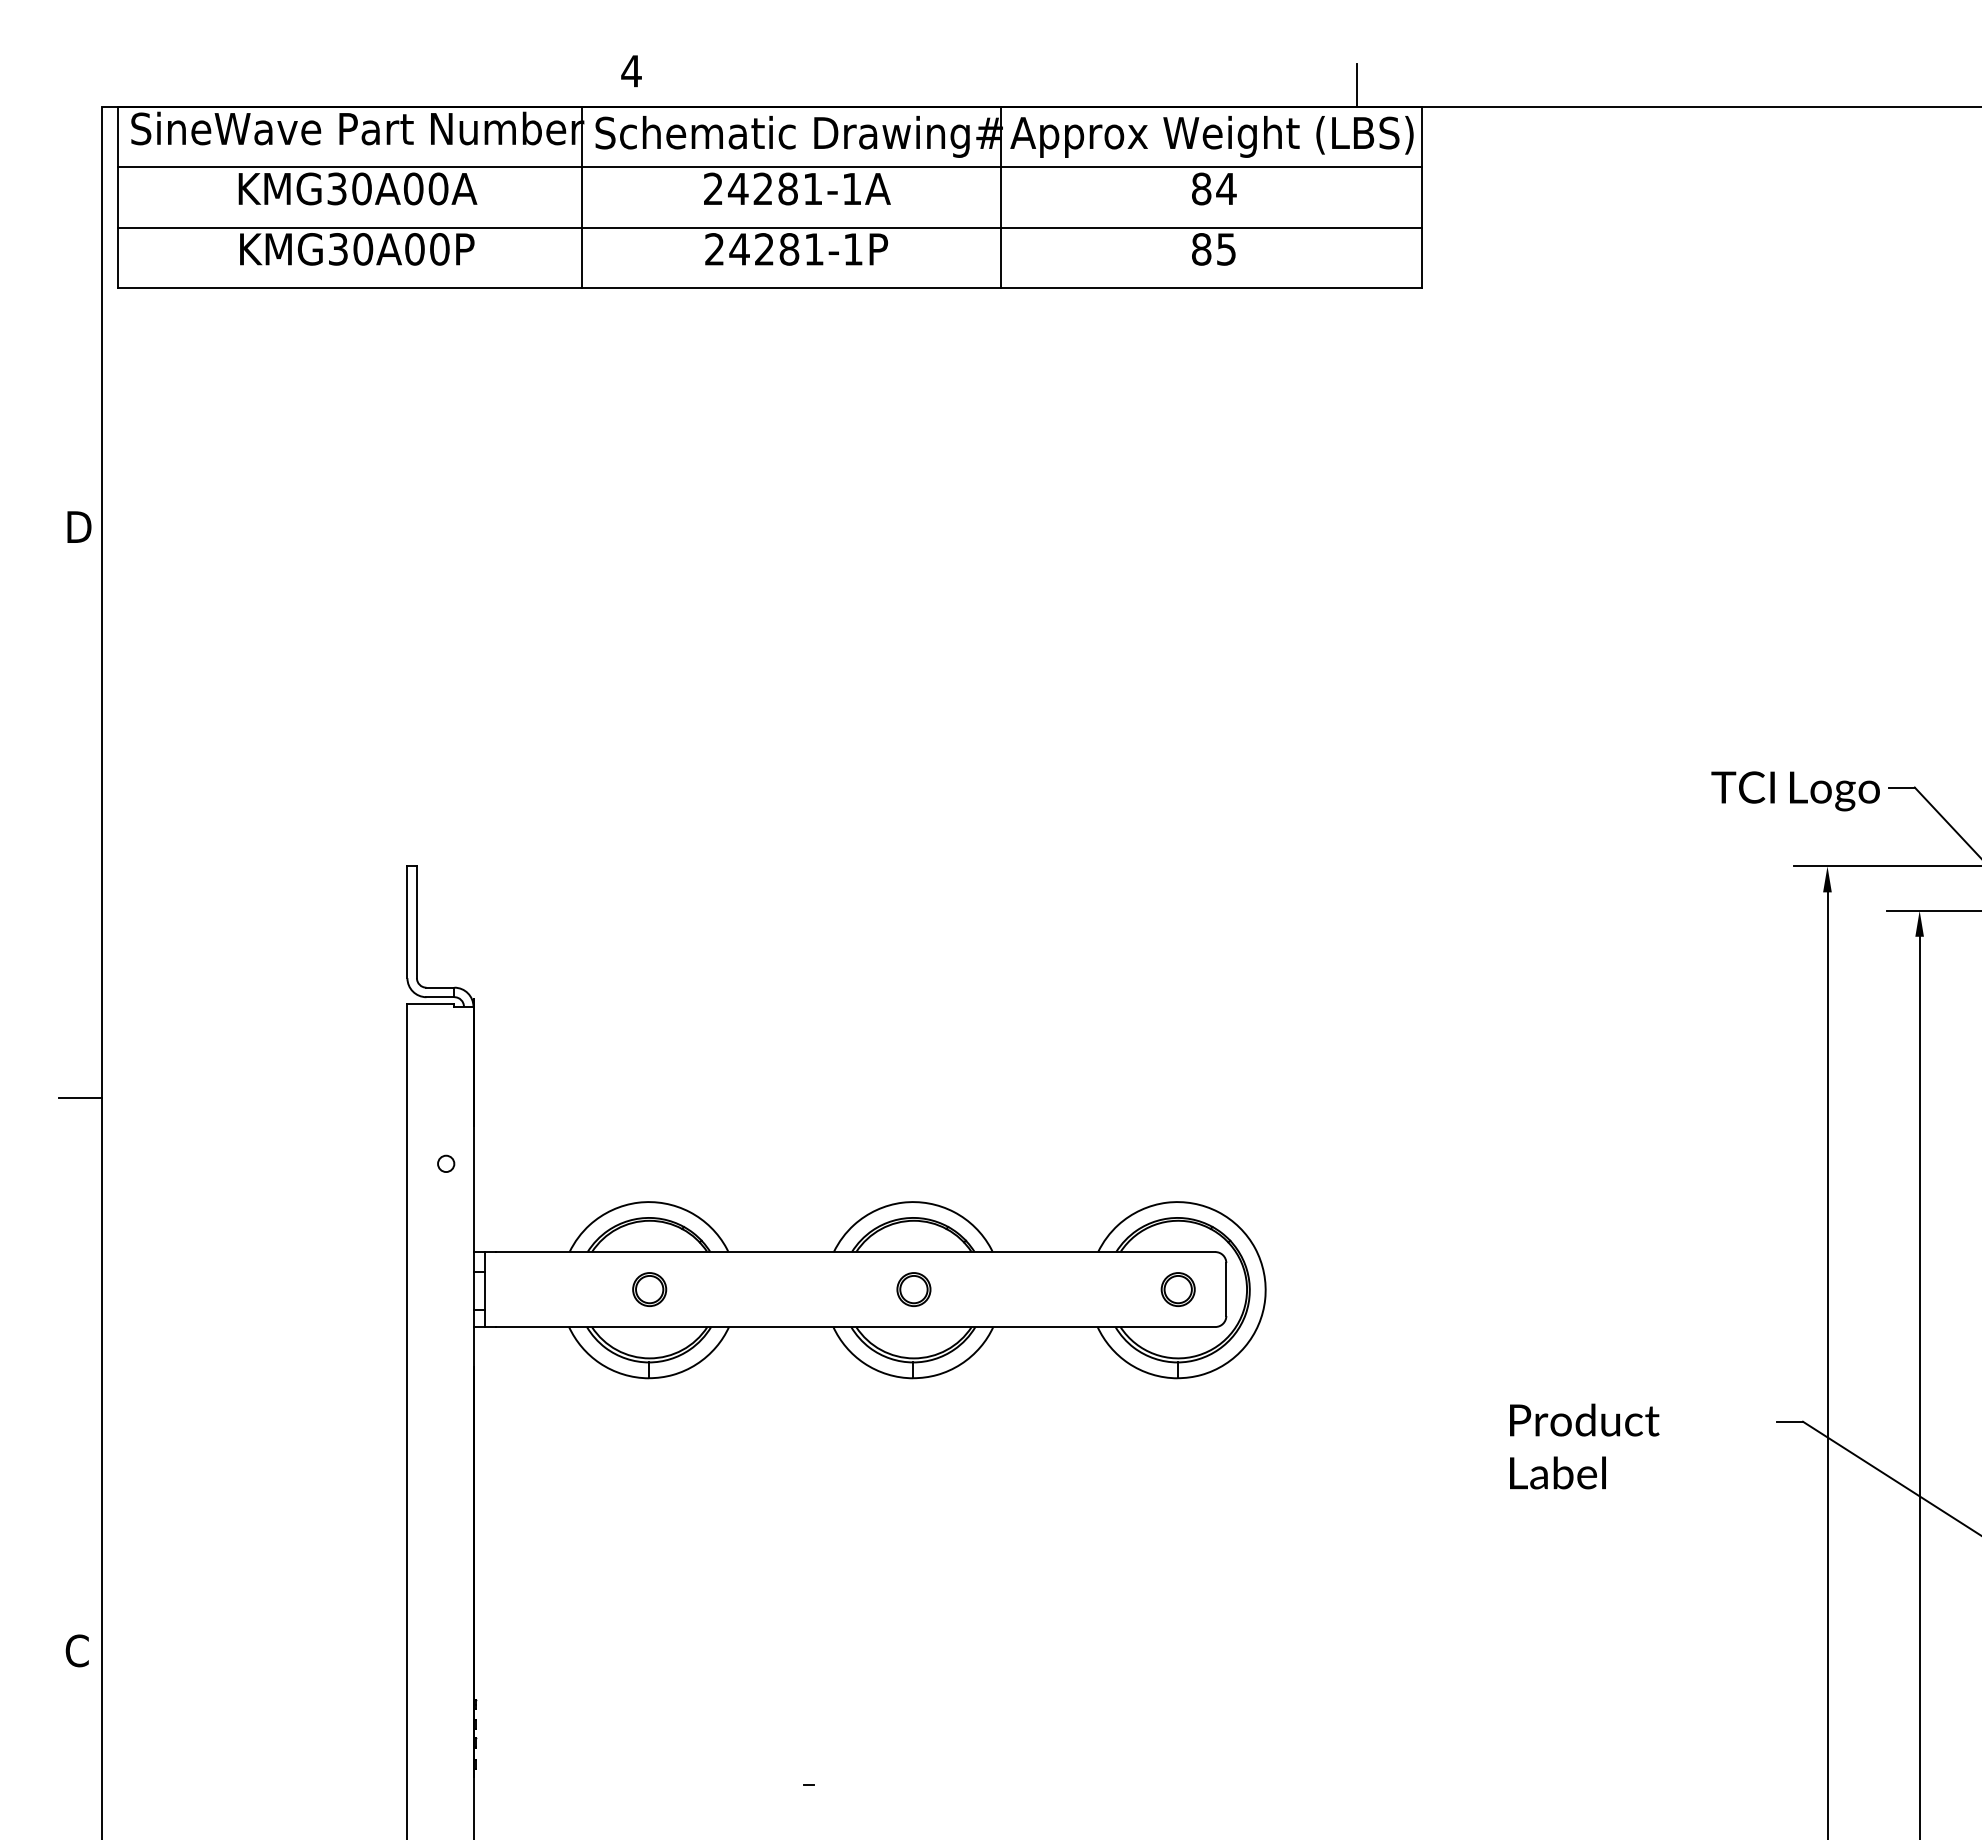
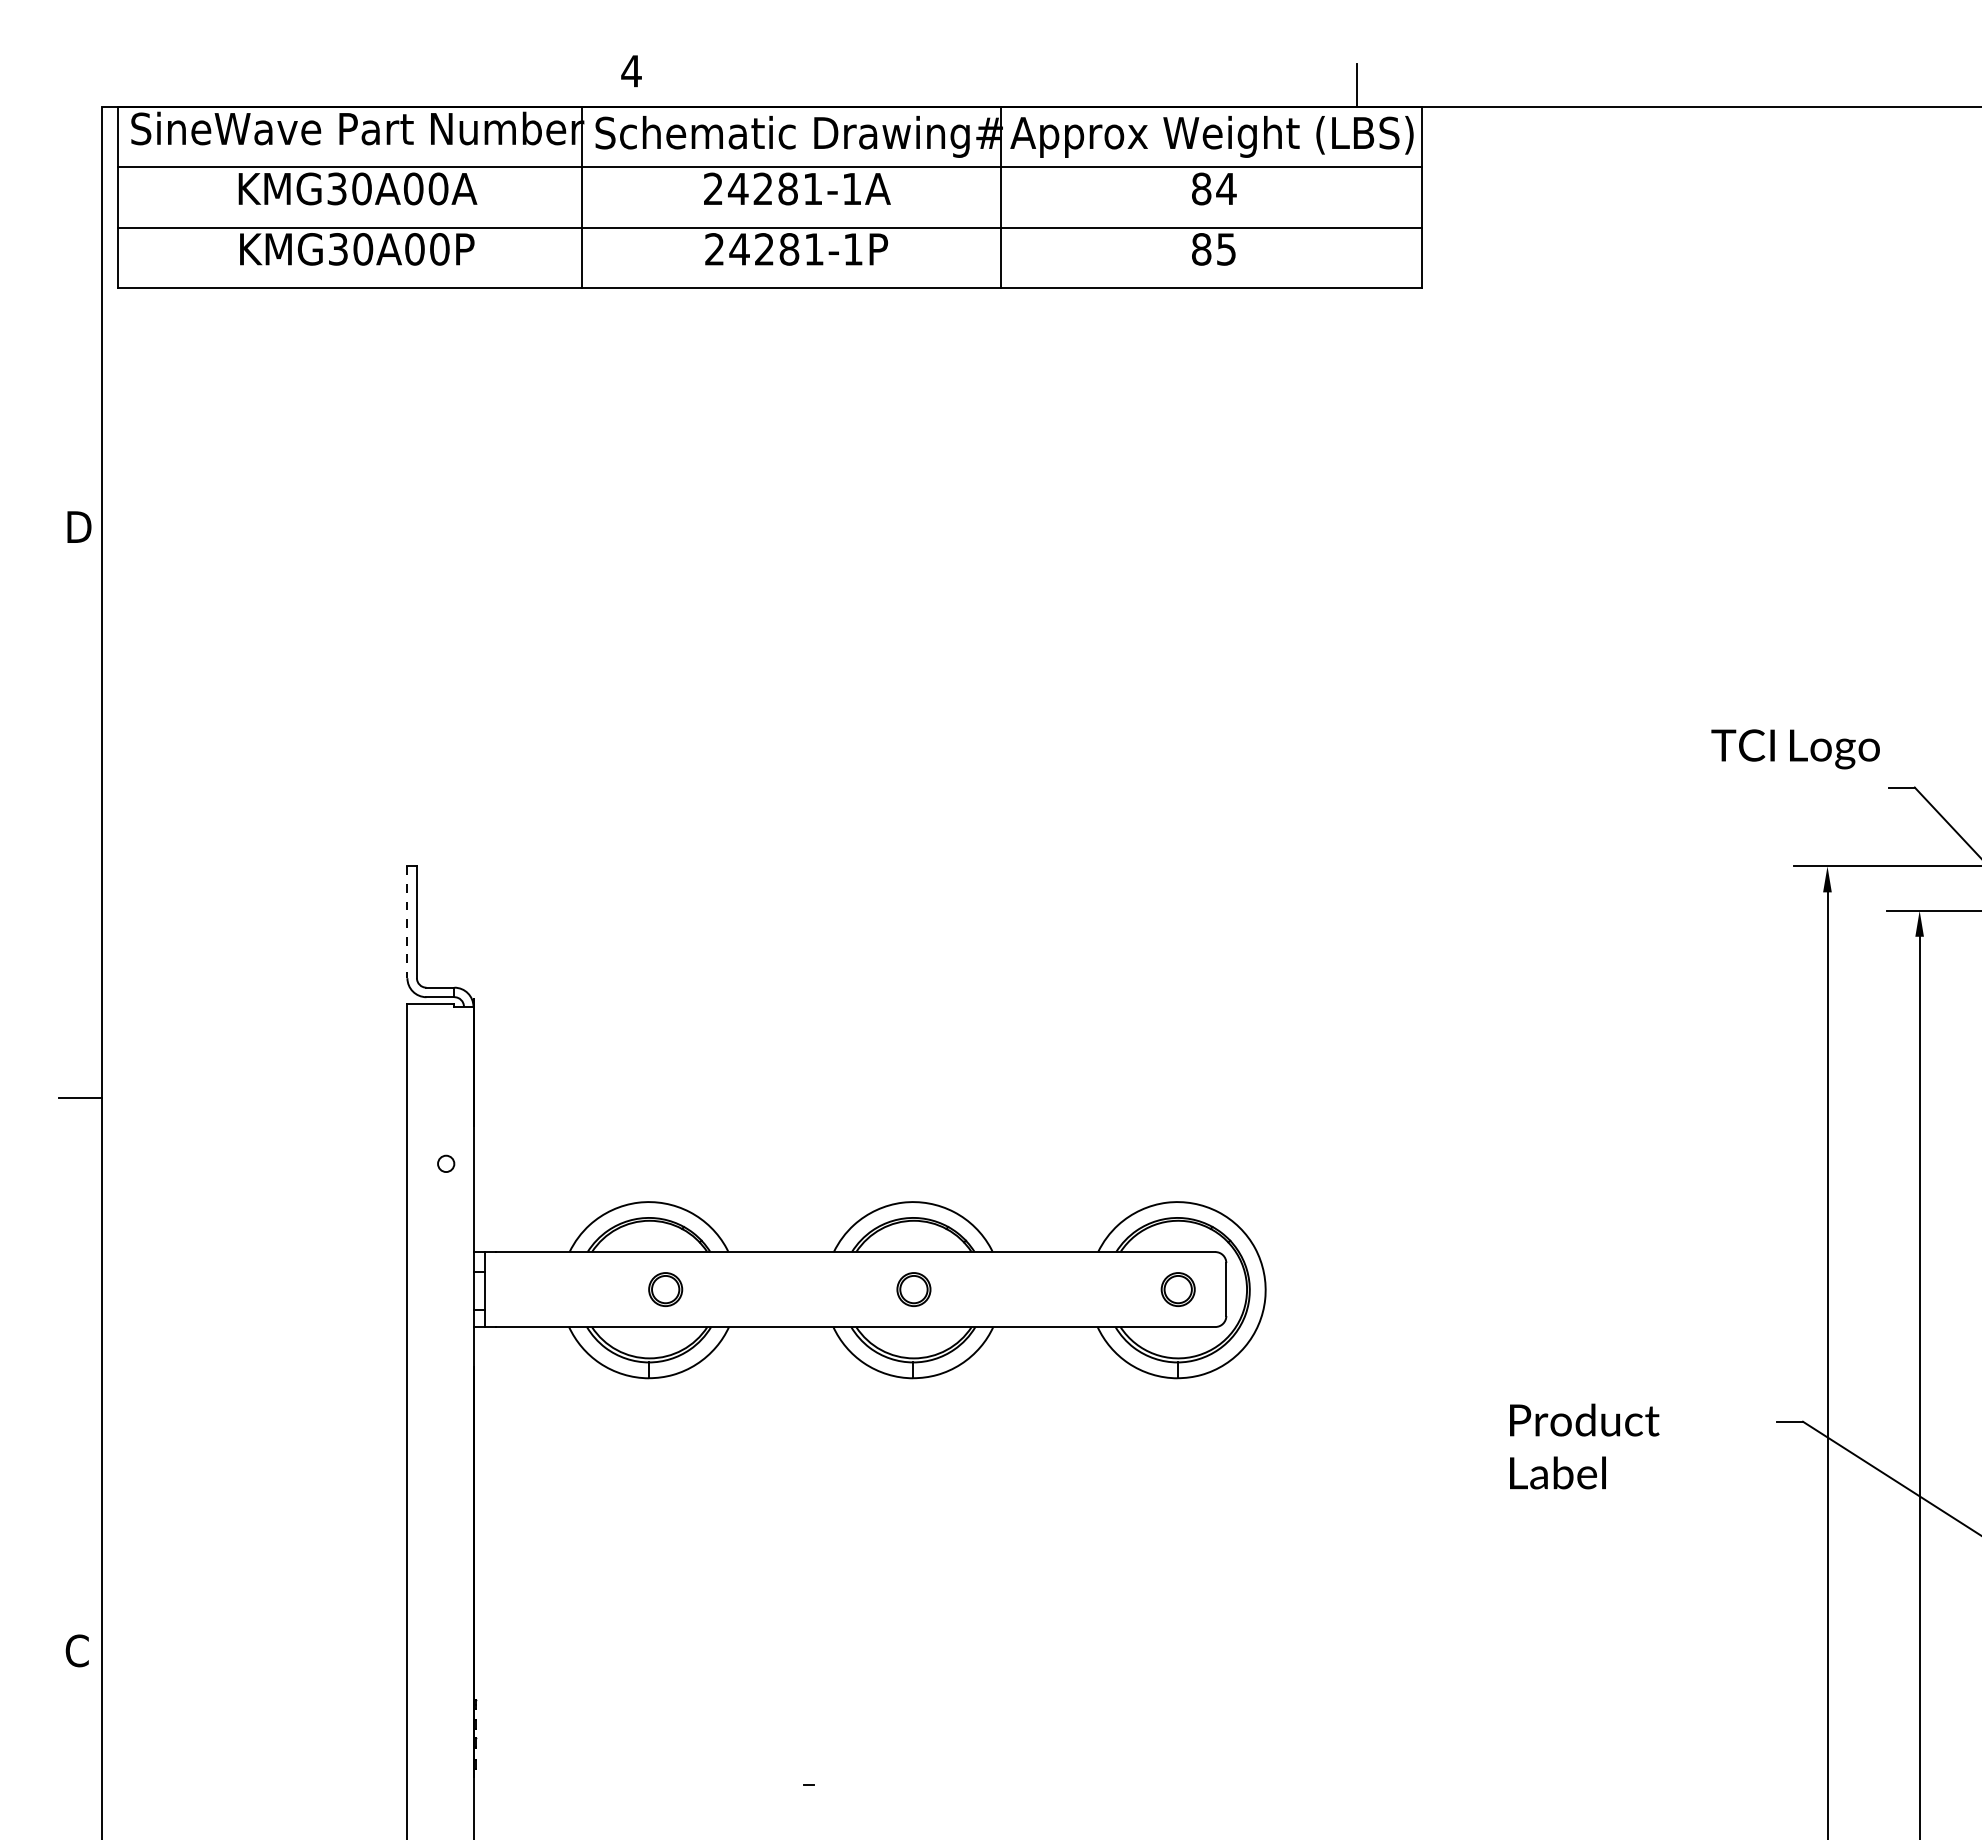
text at (1795, 791) position: (1795, 791) -> (1795, 749)
line at (407, 922): solid -> dashed
part at (649, 1289) position: (649, 1289) -> (665, 1289)
